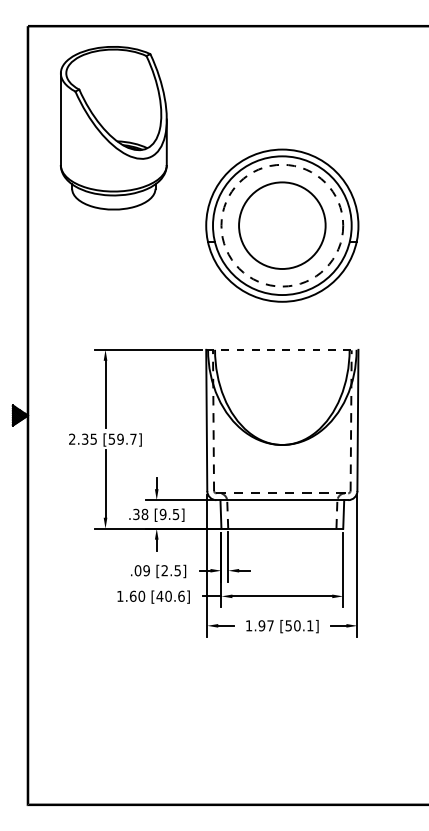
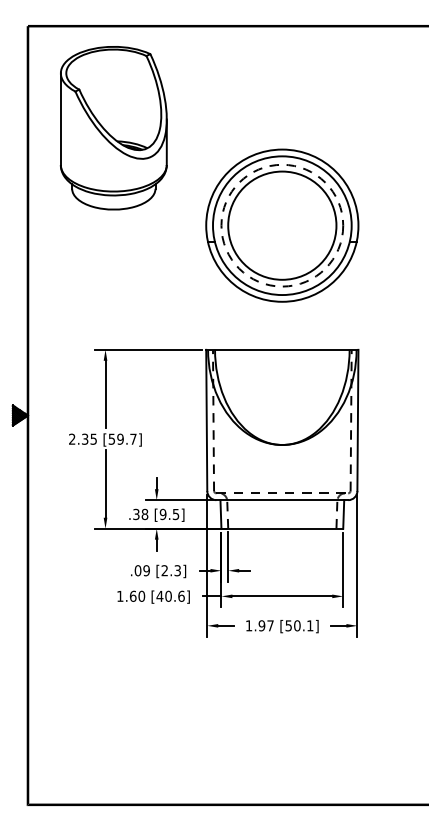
circle at (282, 225) diameter: 87 px -> 108 px
line at (282, 349): dashed -> solid
text at (177, 570): [2.5] -> [2.3]
